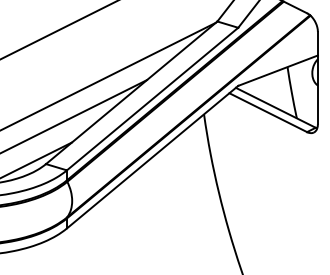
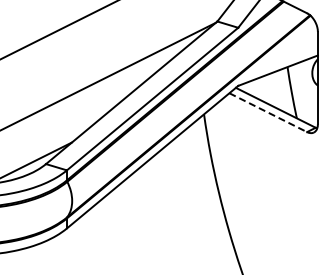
line at (268, 112): solid -> dashed
line at (74, 116): present -> none
